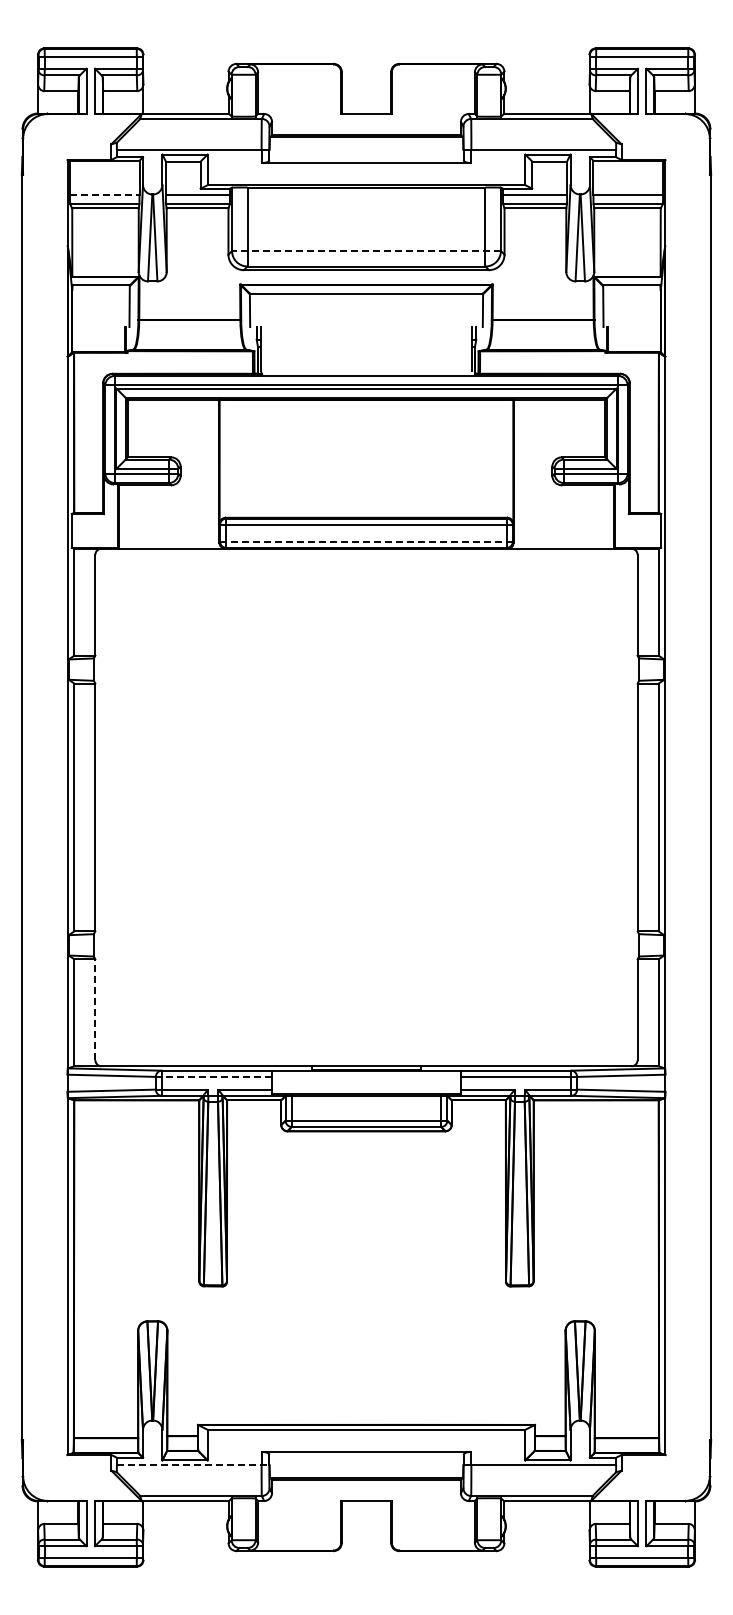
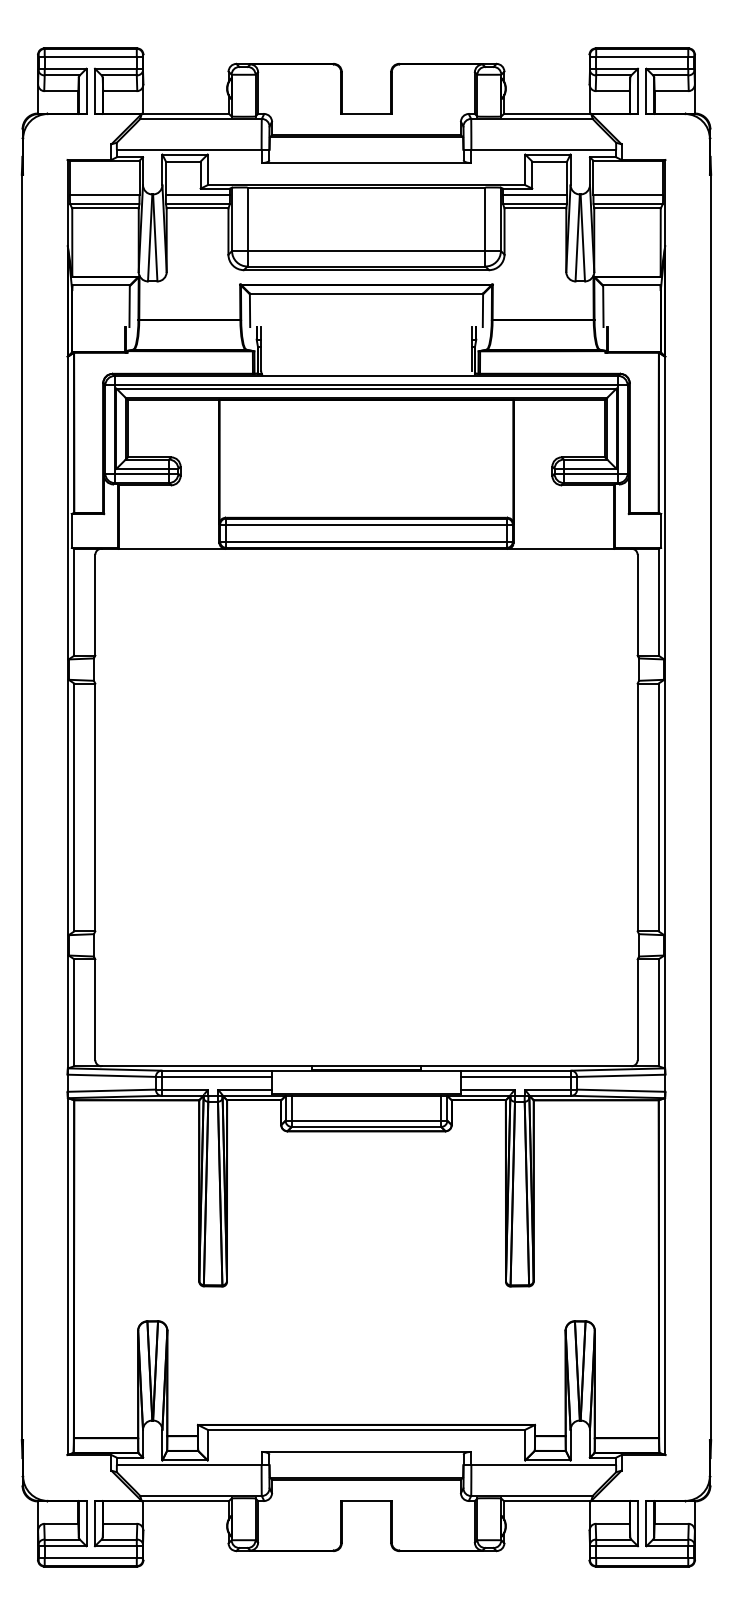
line at (104, 195): dashed -> solid
line at (366, 251): dashed -> solid
line at (366, 541): dashed -> solid
line at (95, 1009): dashed -> solid
line at (213, 1076): dashed -> solid
line at (193, 1465): dashed -> solid
